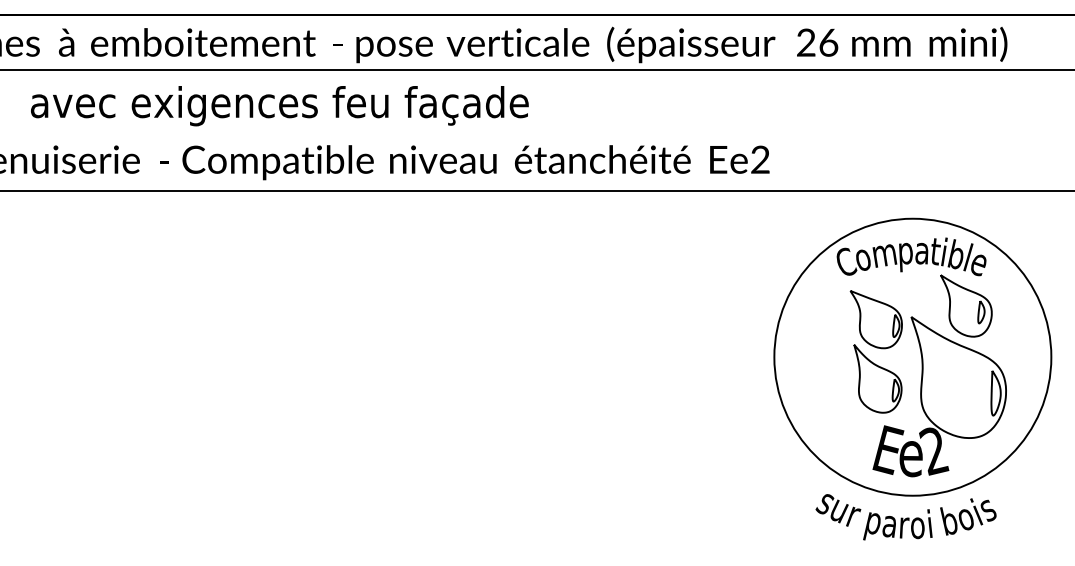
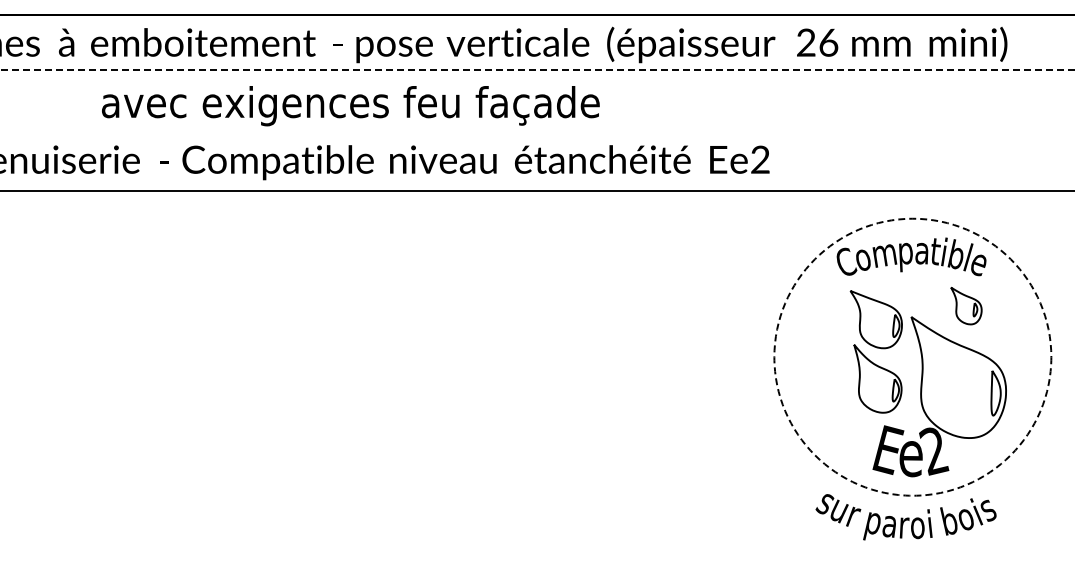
line at (536, 70): solid -> dashed
text at (279, 106) position: (279, 106) -> (350, 106)
part at (966, 305) size: 53x64 px -> 33x39 px
circle at (912, 356): solid -> dashed
